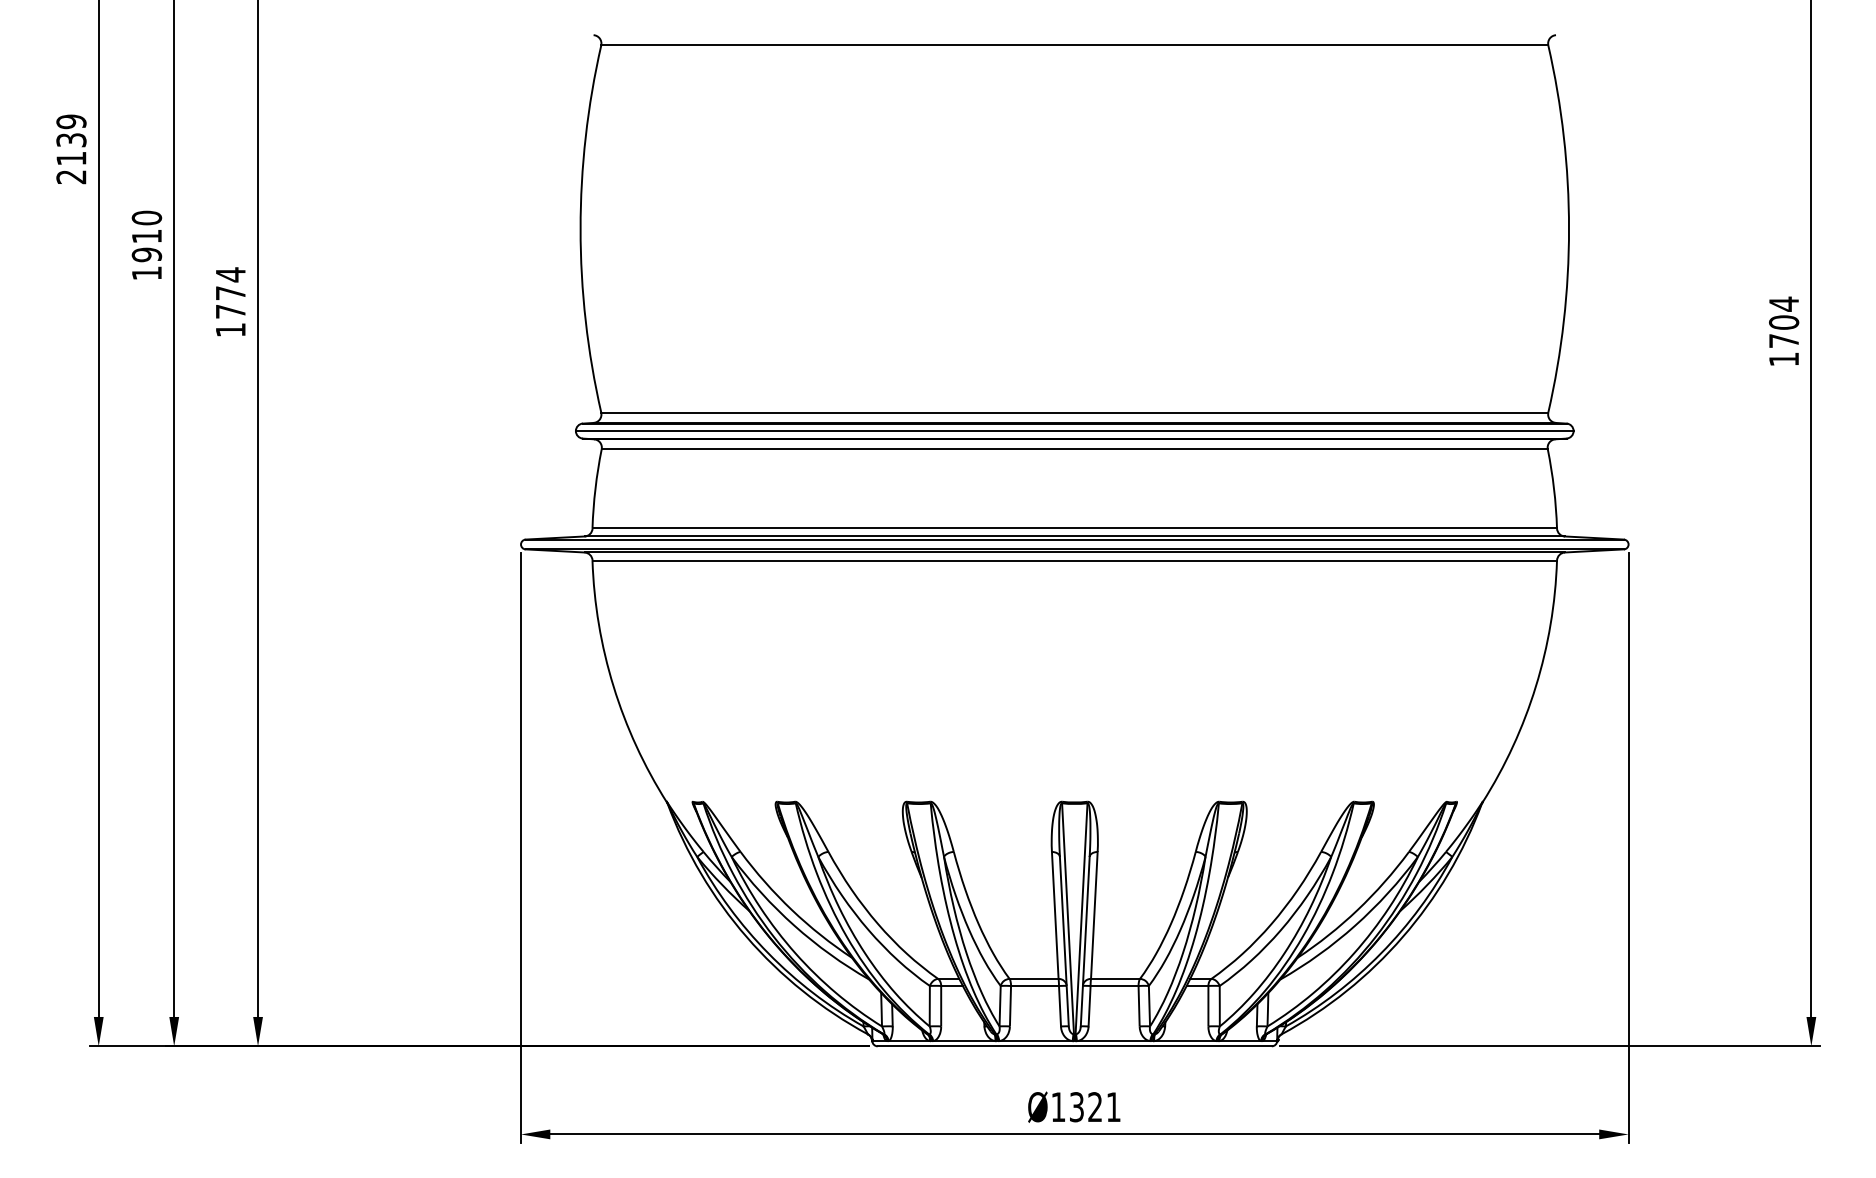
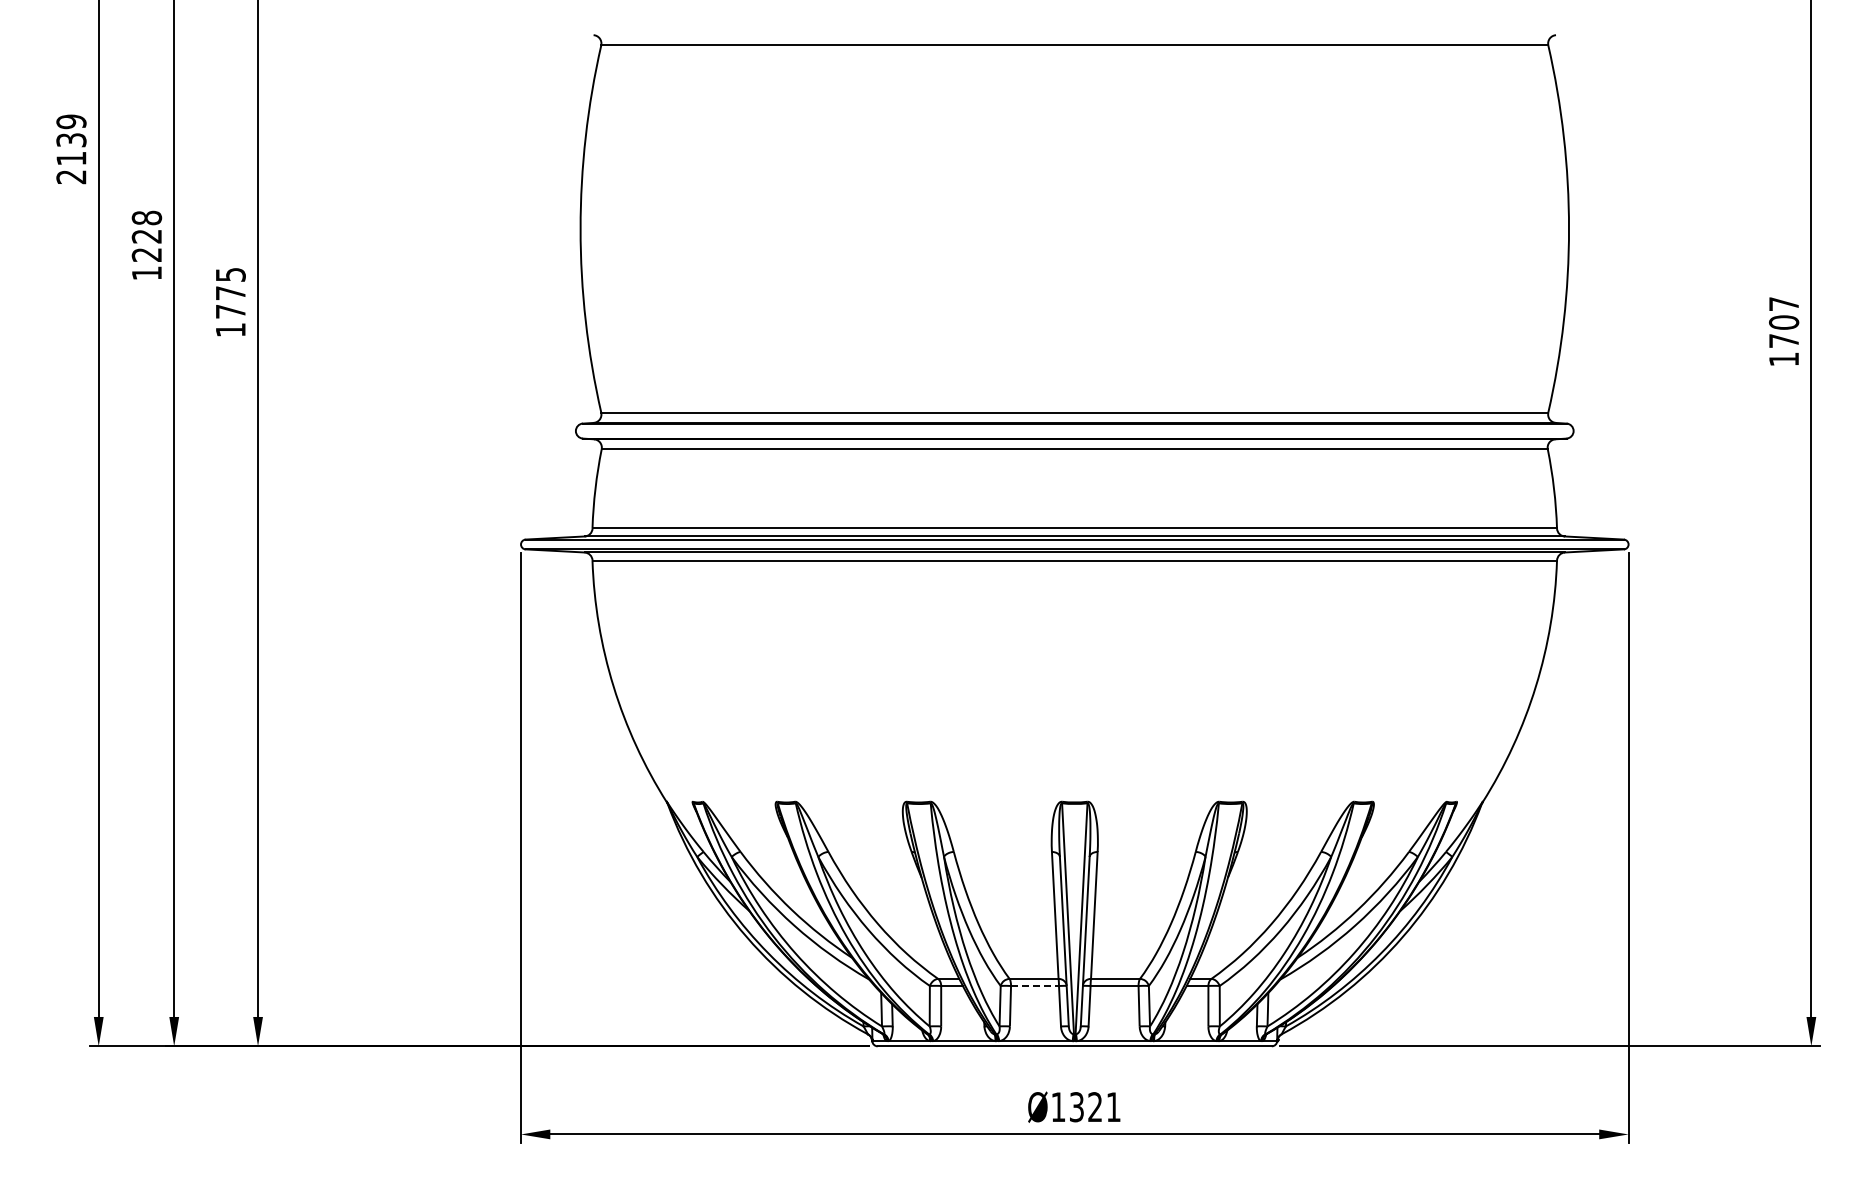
text at (146, 236): 1910 -> 1228
text at (230, 274): 1774 -> 1775
text at (1783, 303): 1704 -> 1707
line at (1074, 431): present -> none
line at (1035, 985): solid -> dashed
